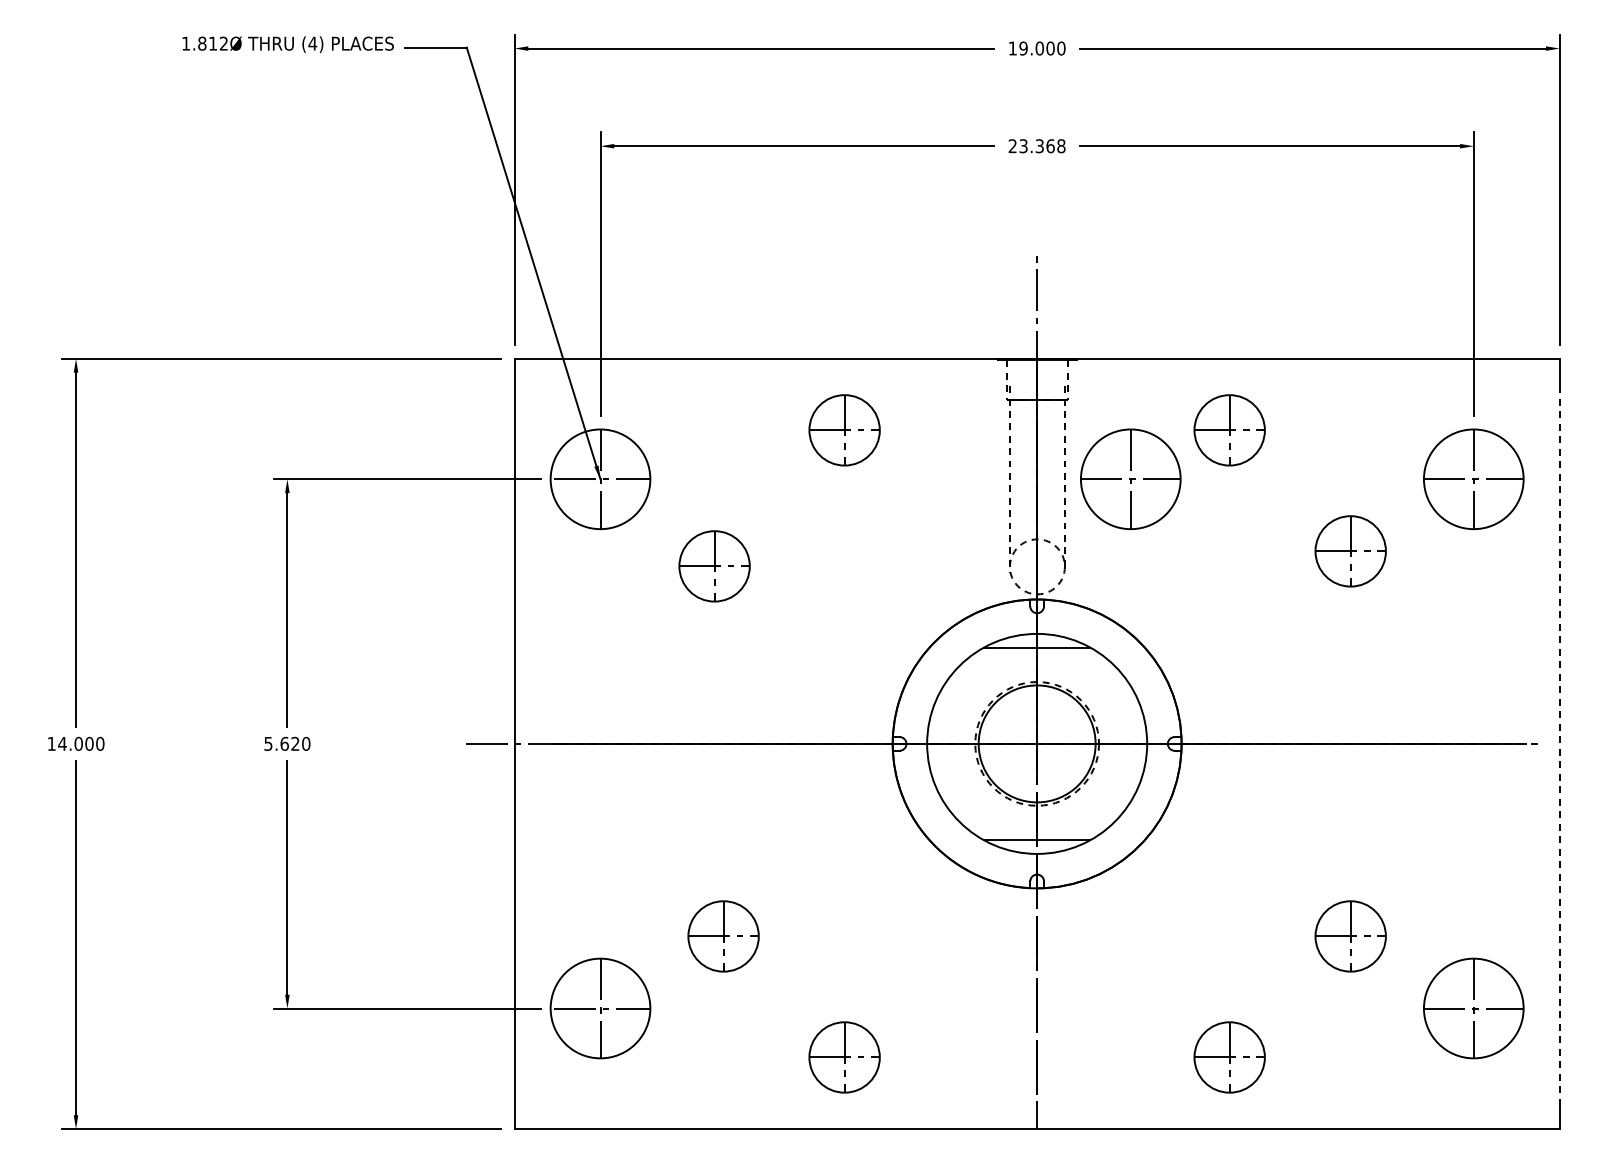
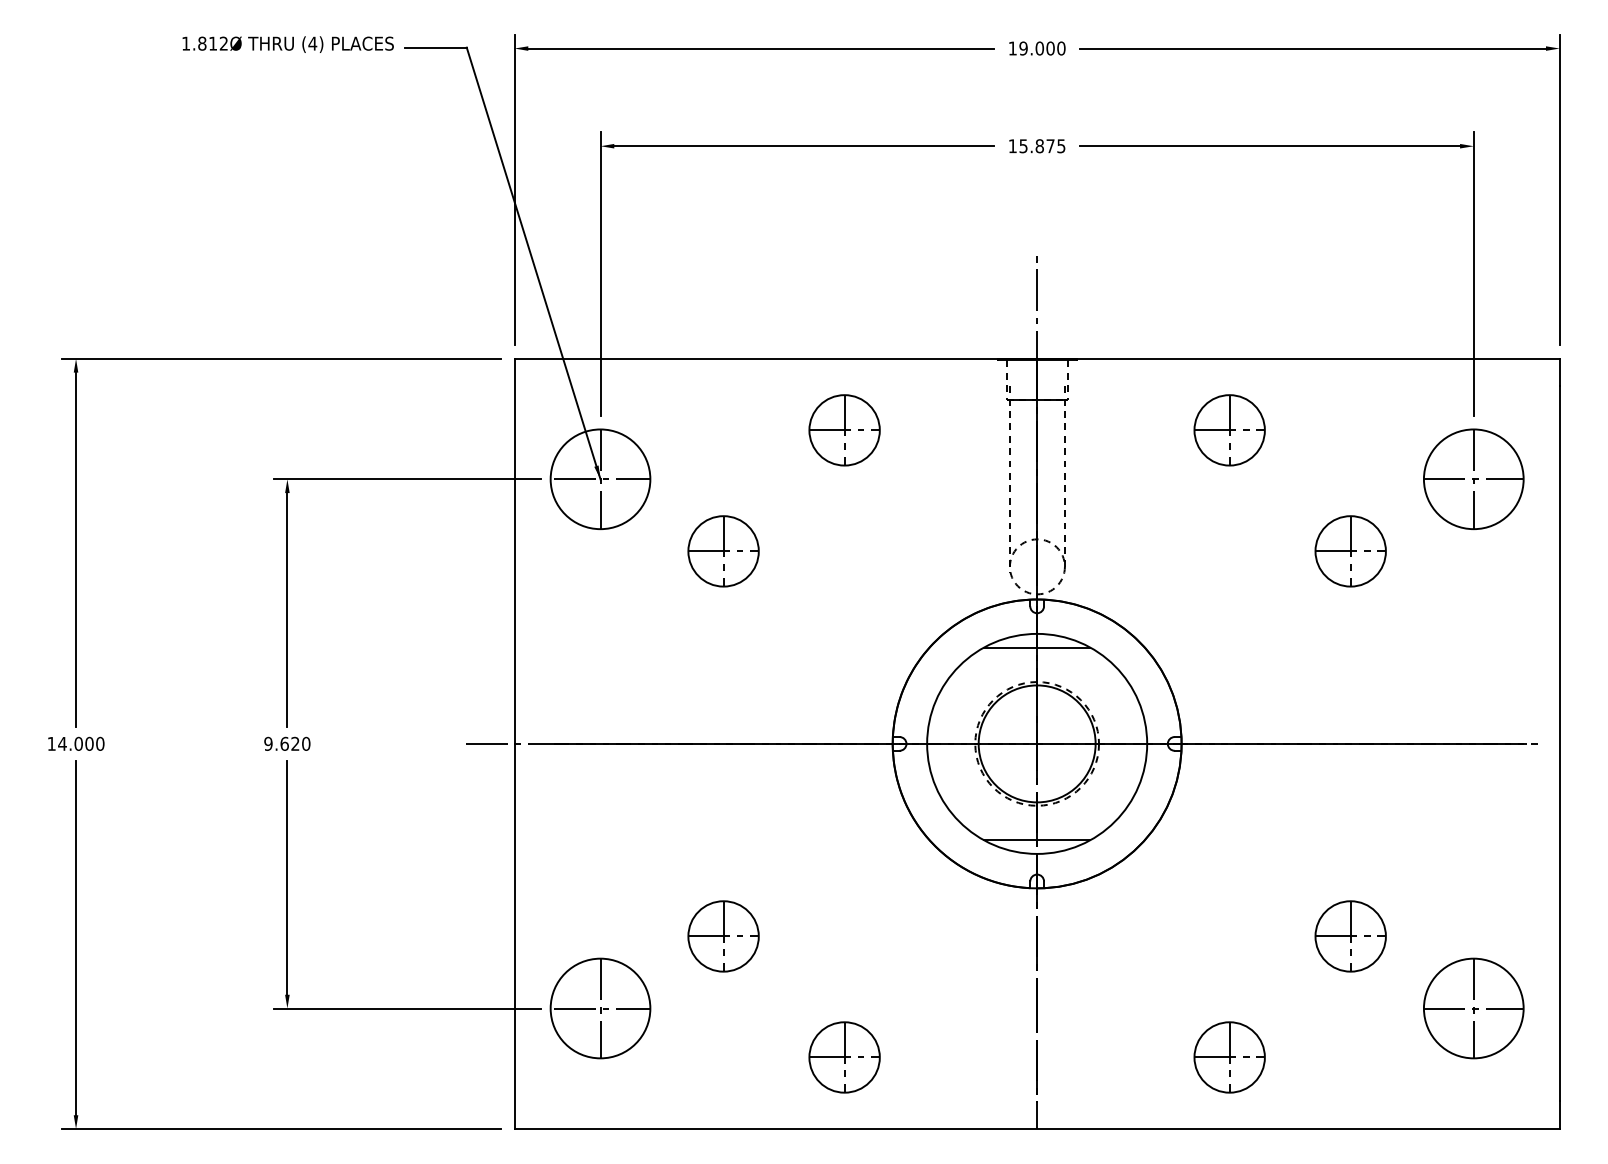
text at (1036, 146): 23.368 -> 15.875
part at (1130, 479): present -> none
part at (714, 566) position: (714, 566) -> (723, 551)
text at (268, 743): 5.620 -> 9.620
line at (1559, 743): dashed -> solid
